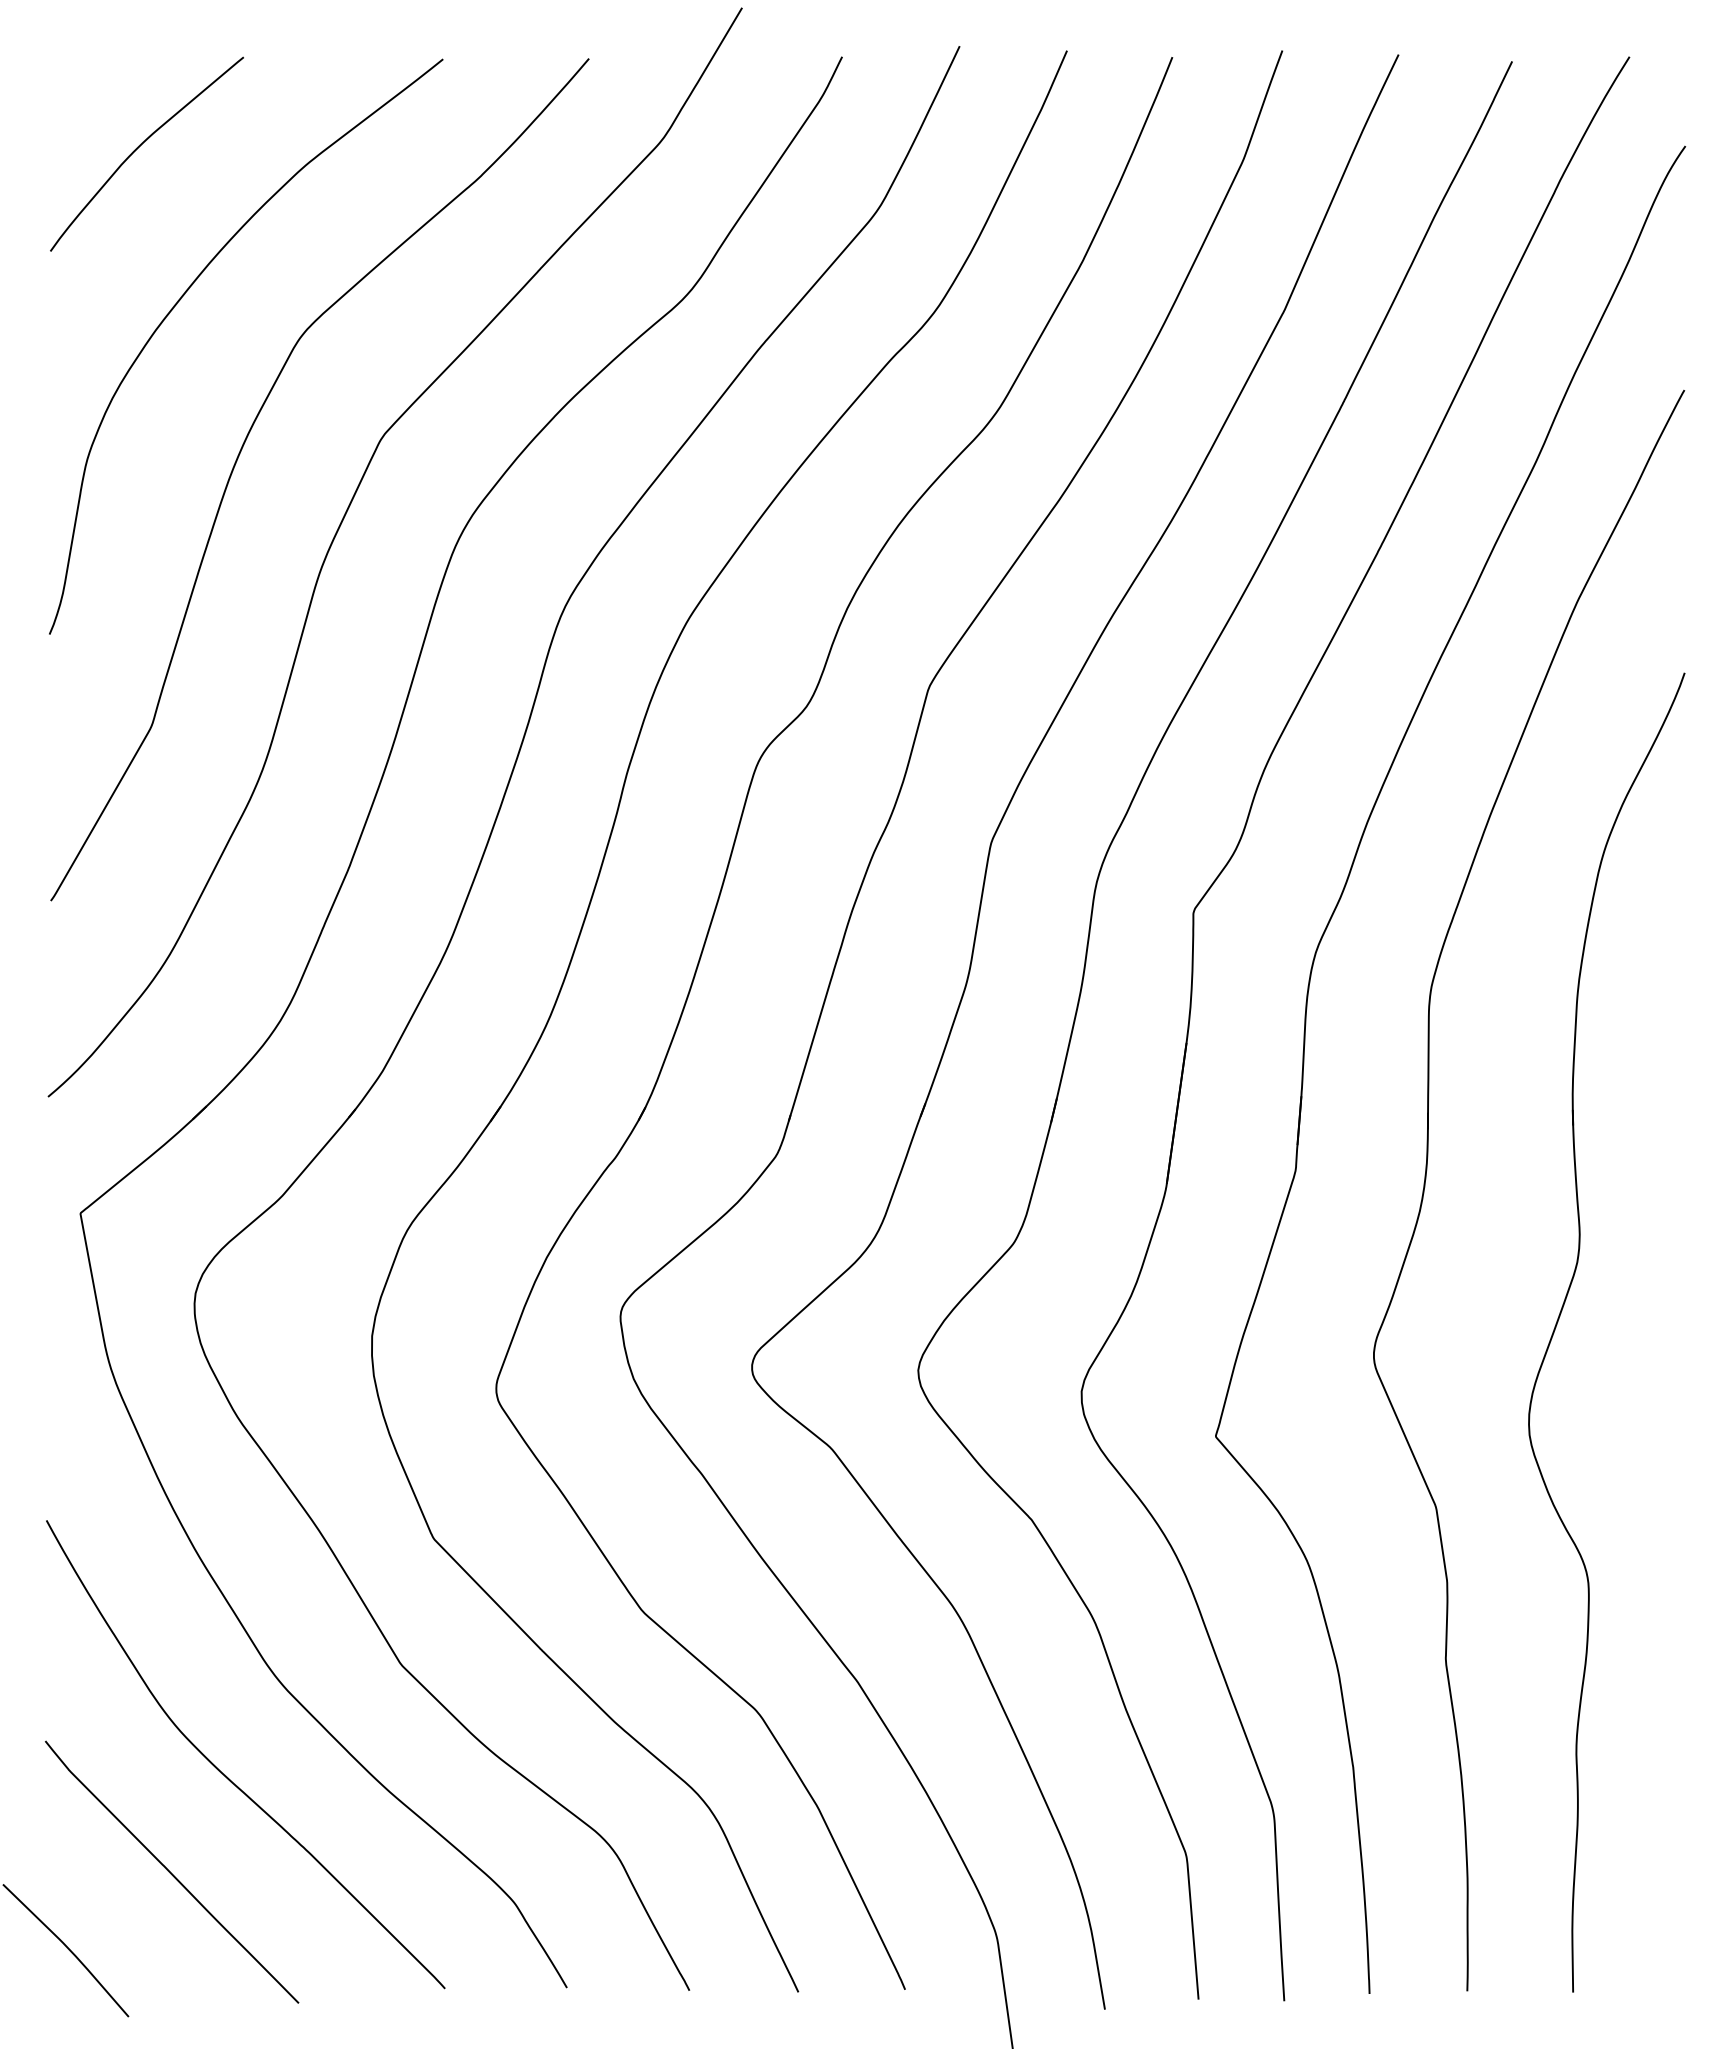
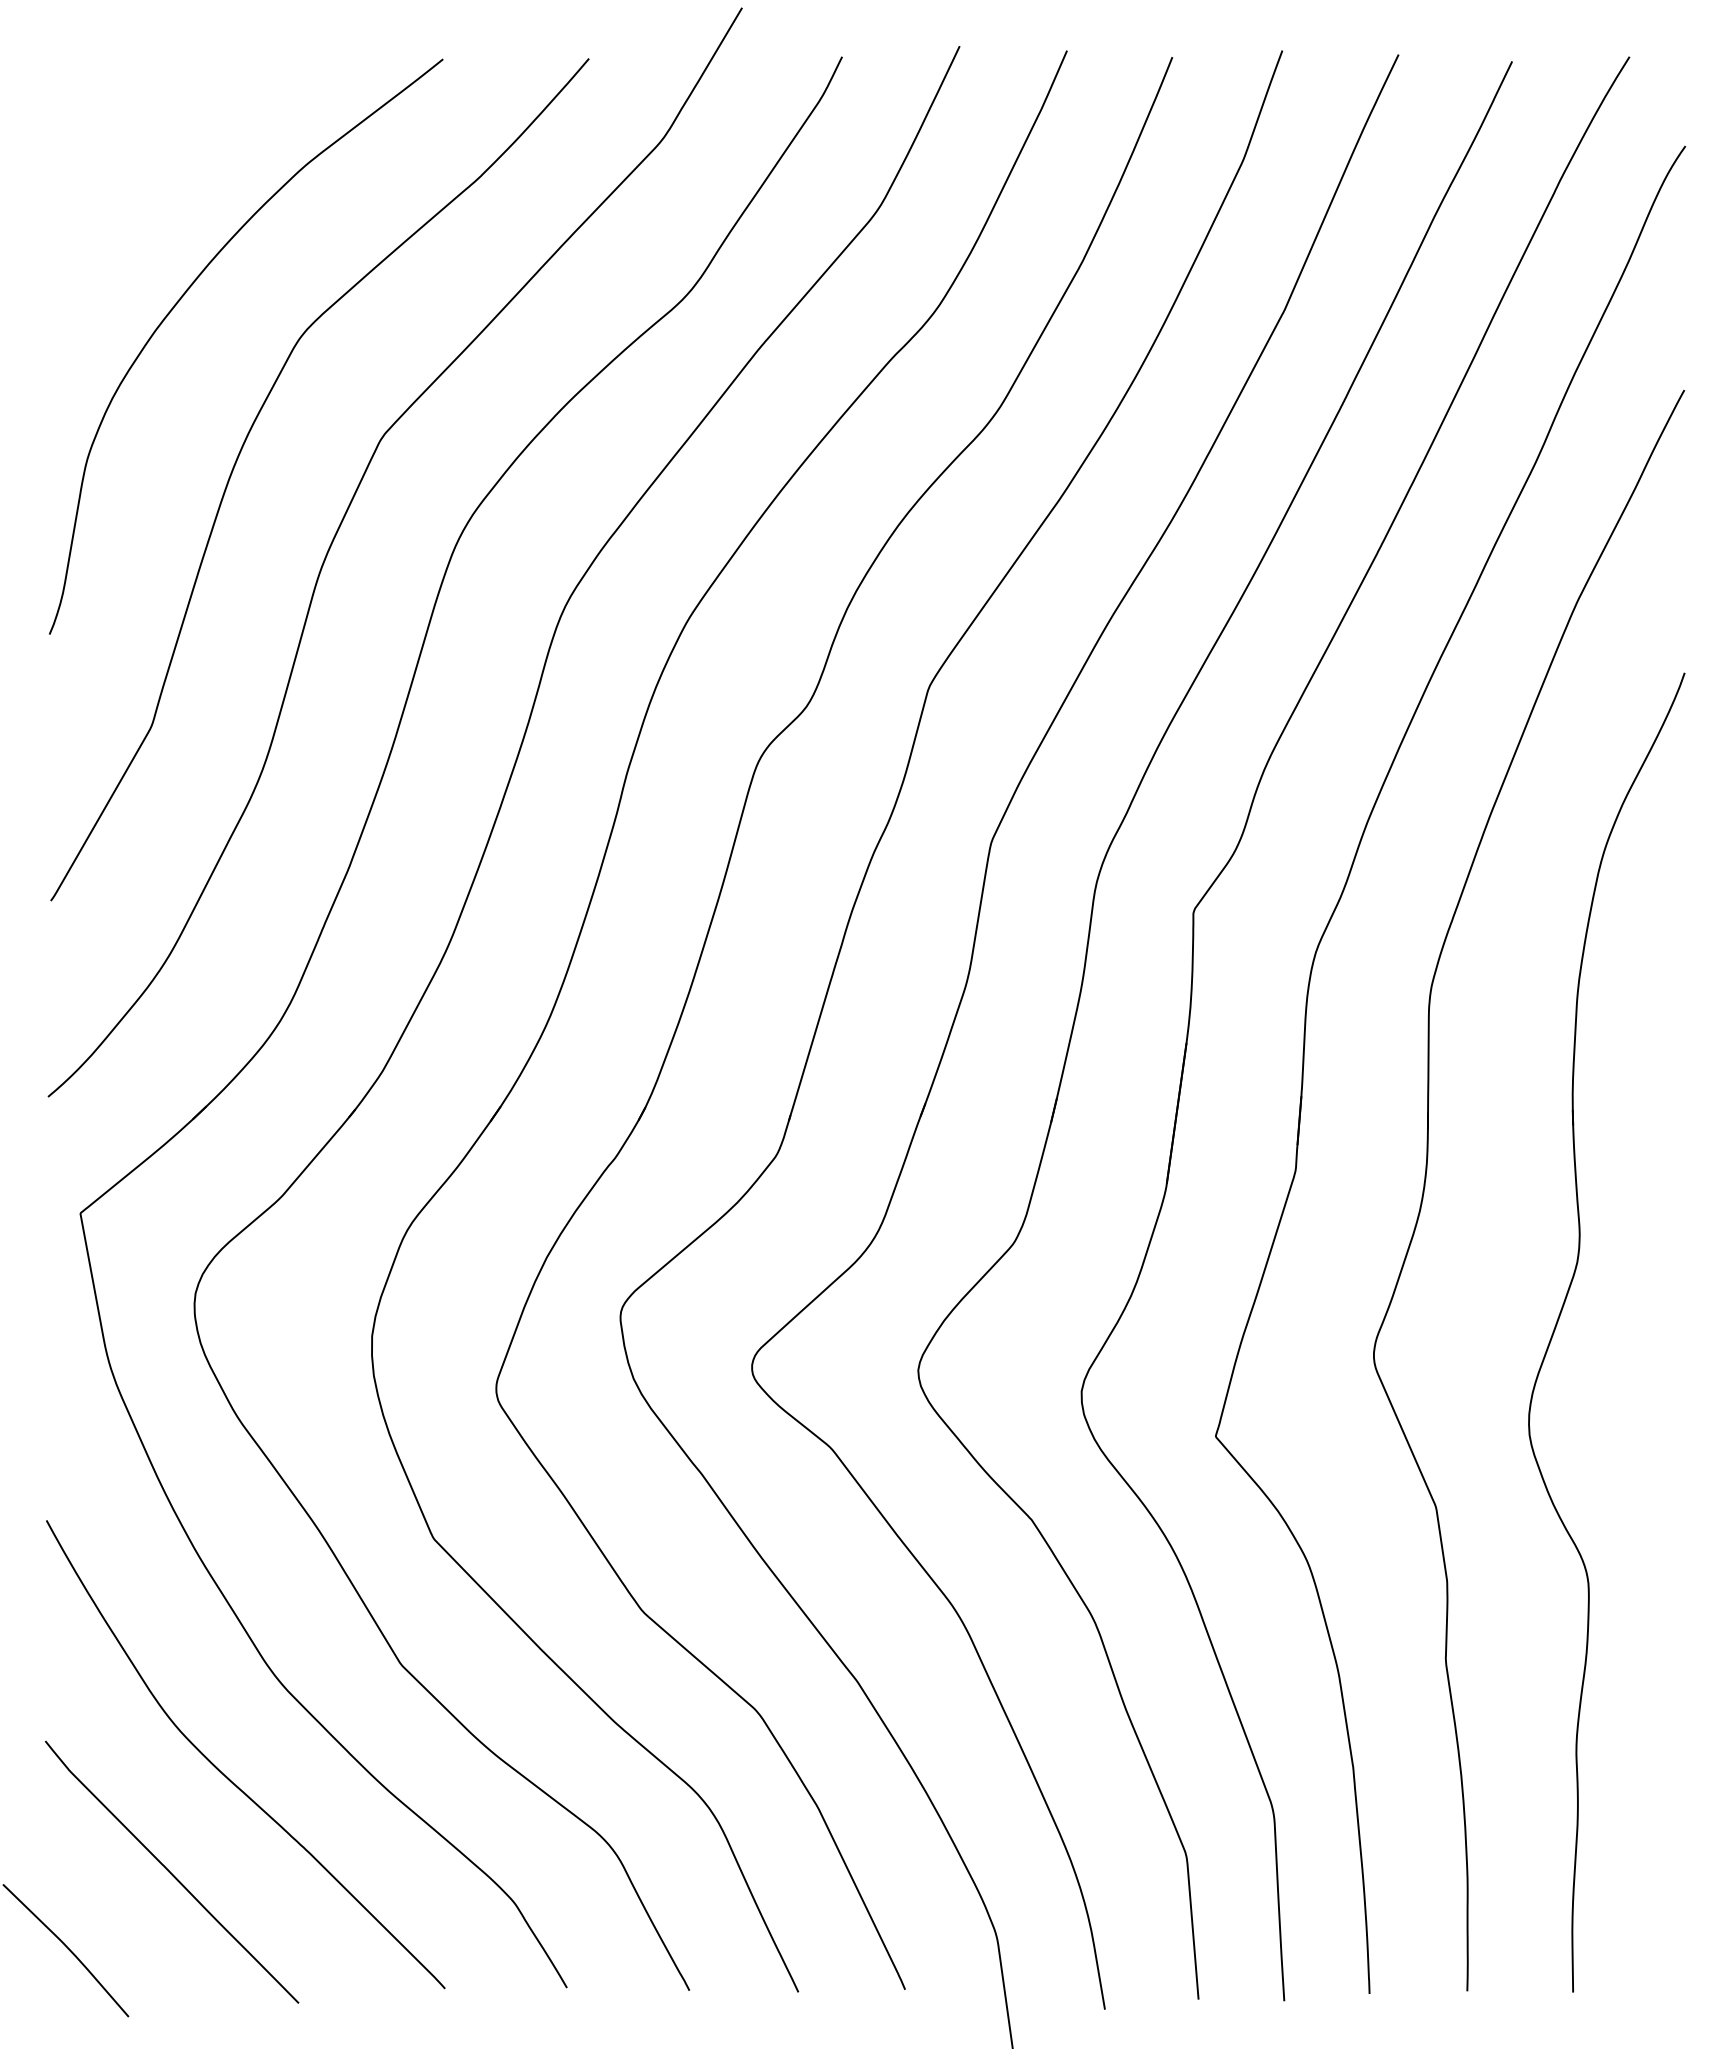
curve at (140, 146): present -> none
